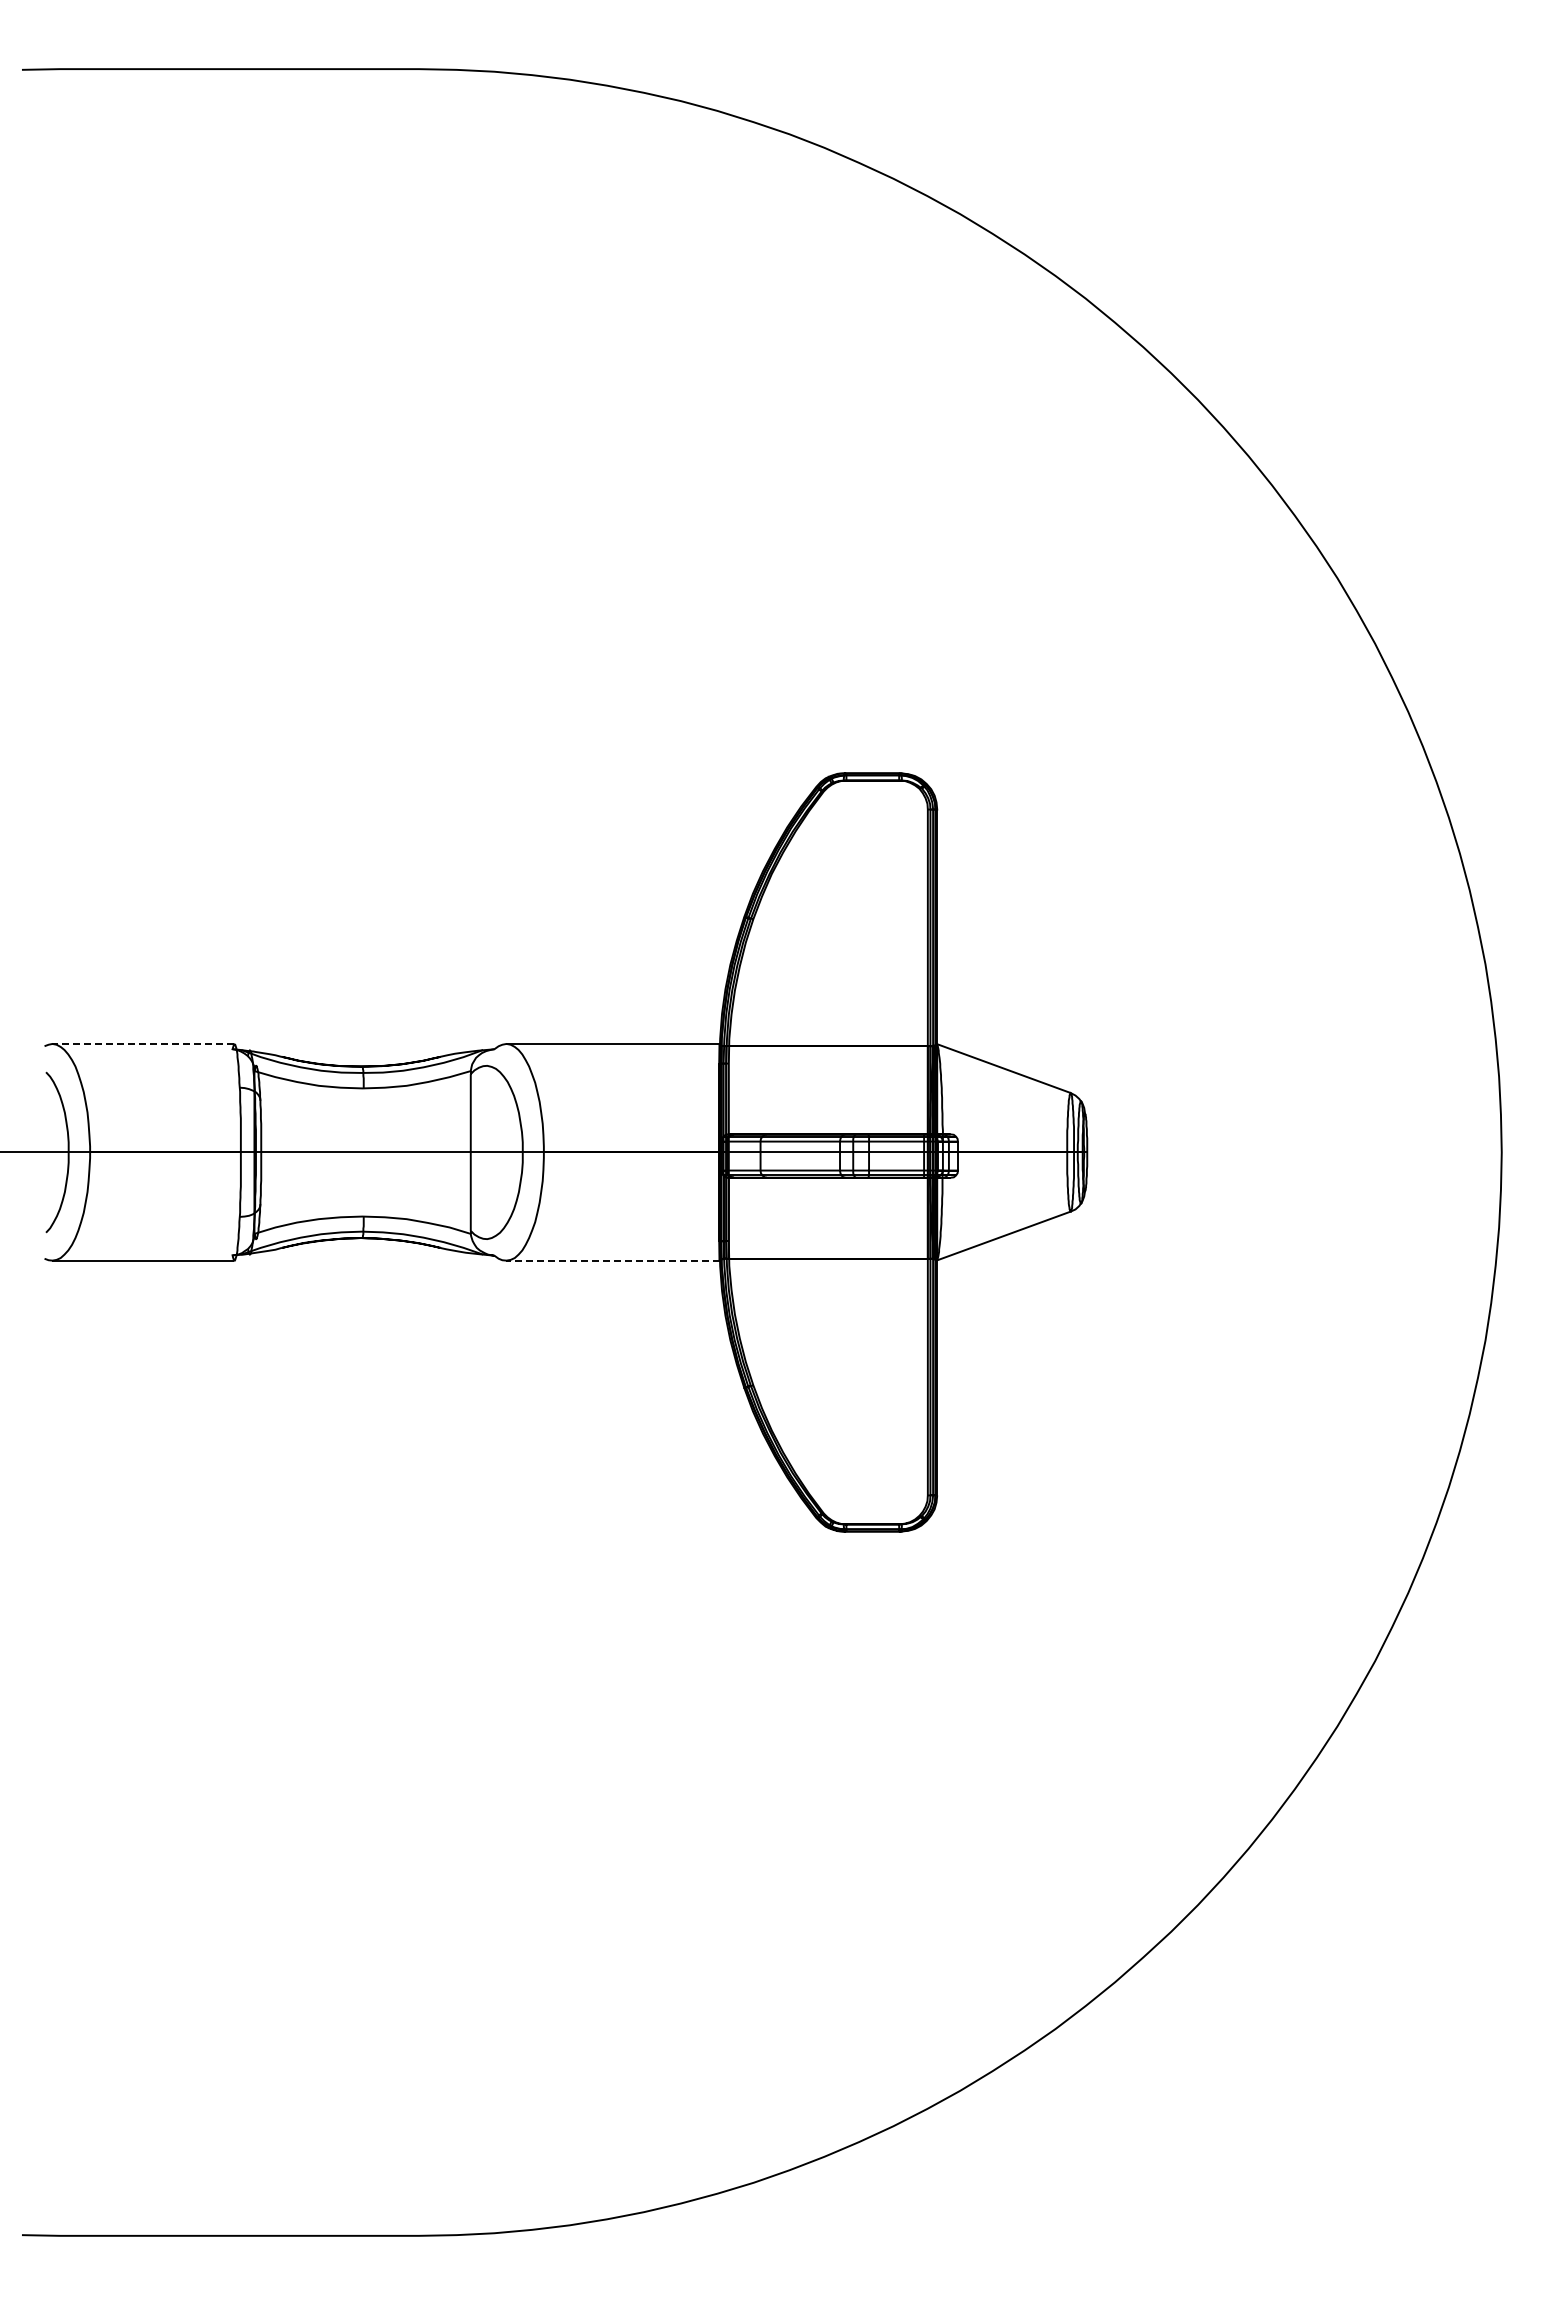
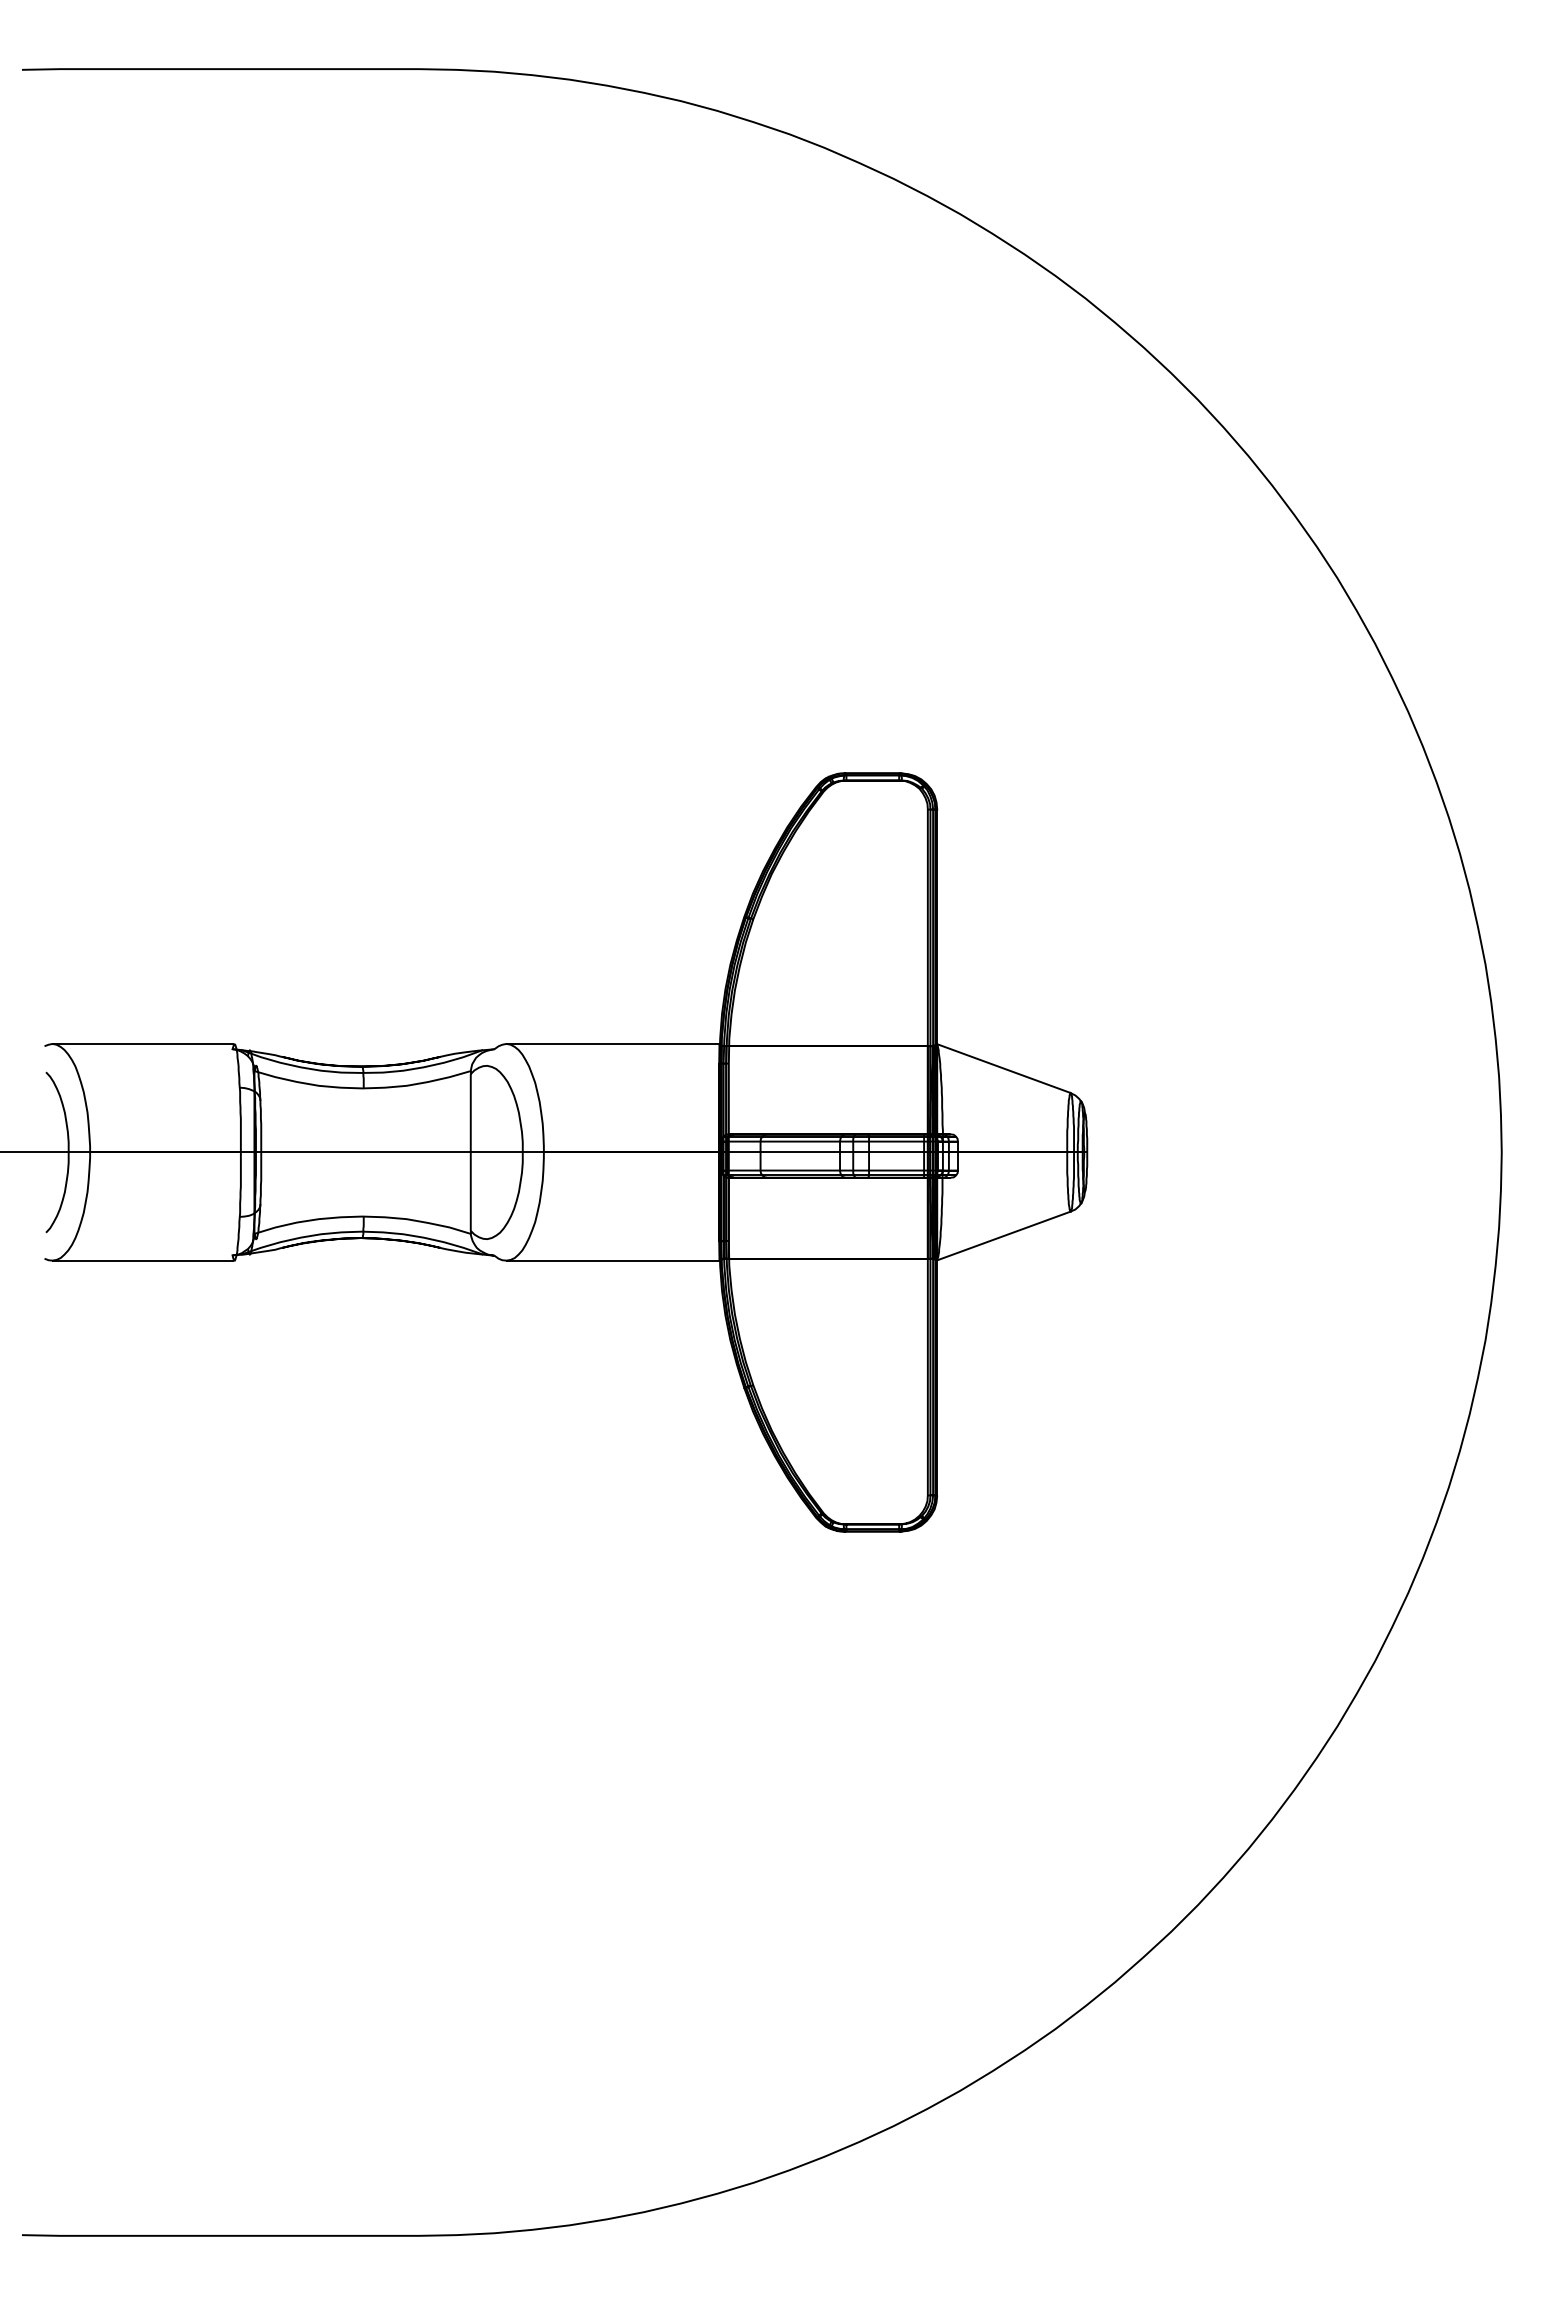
line at (142, 1043): dashed -> solid
line at (612, 1260): dashed -> solid
